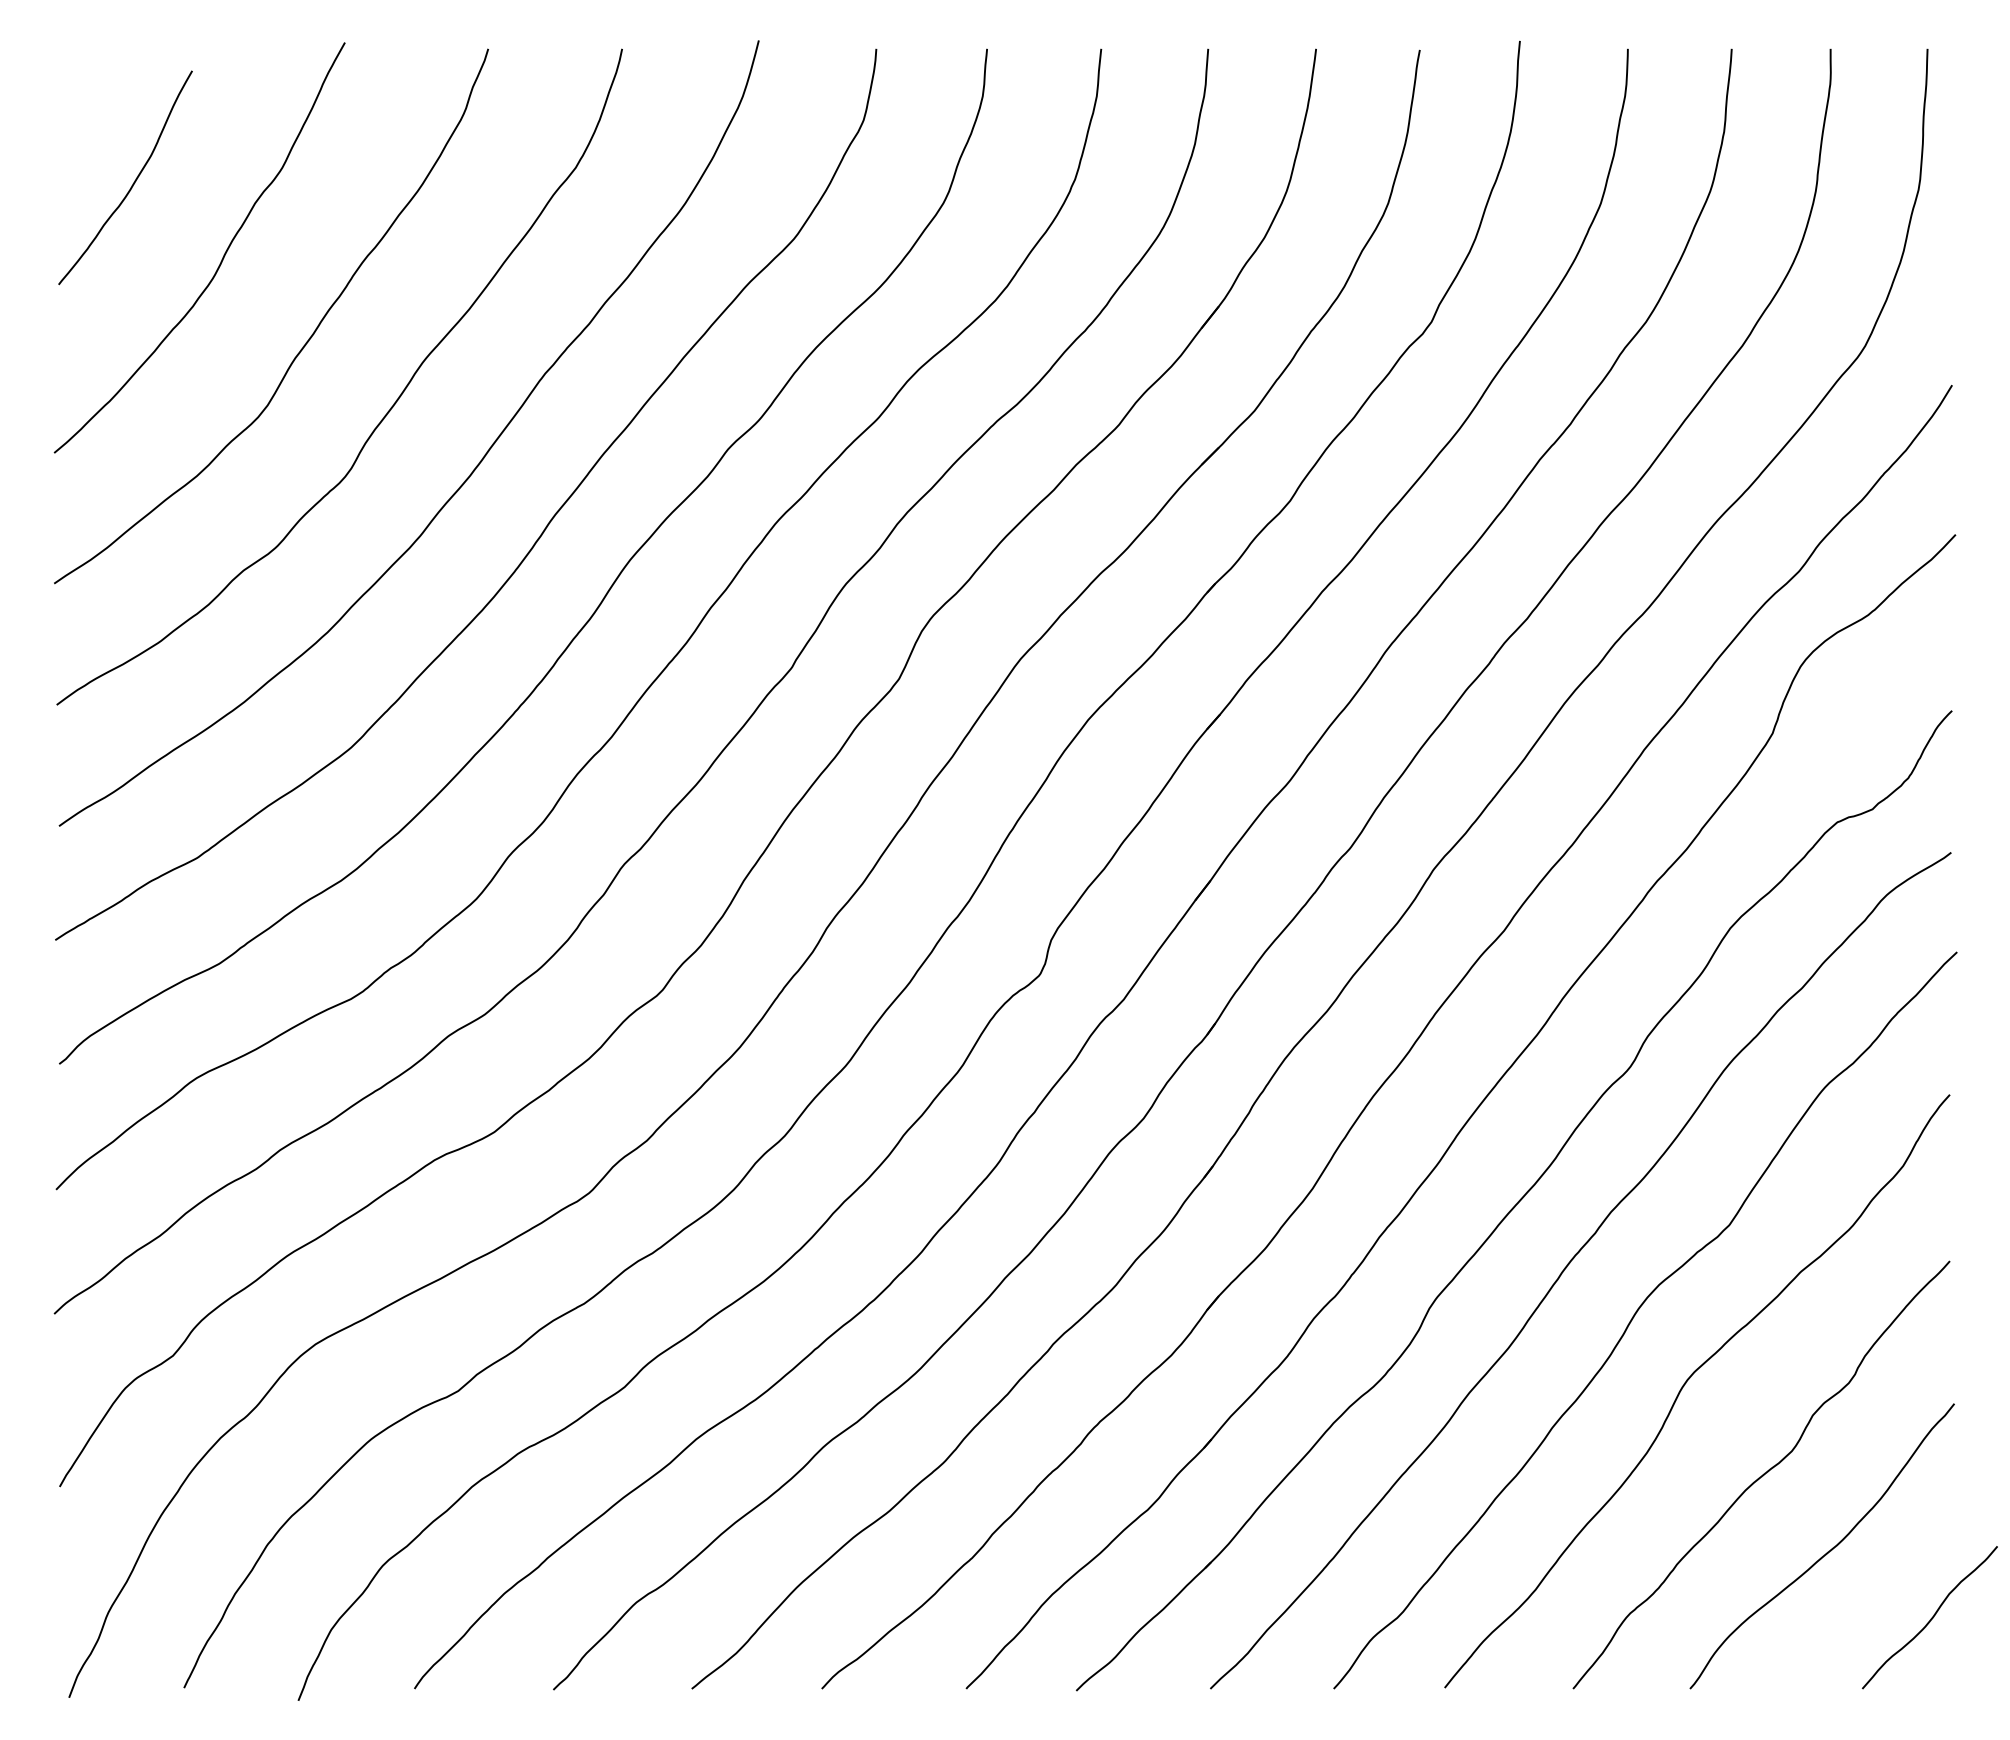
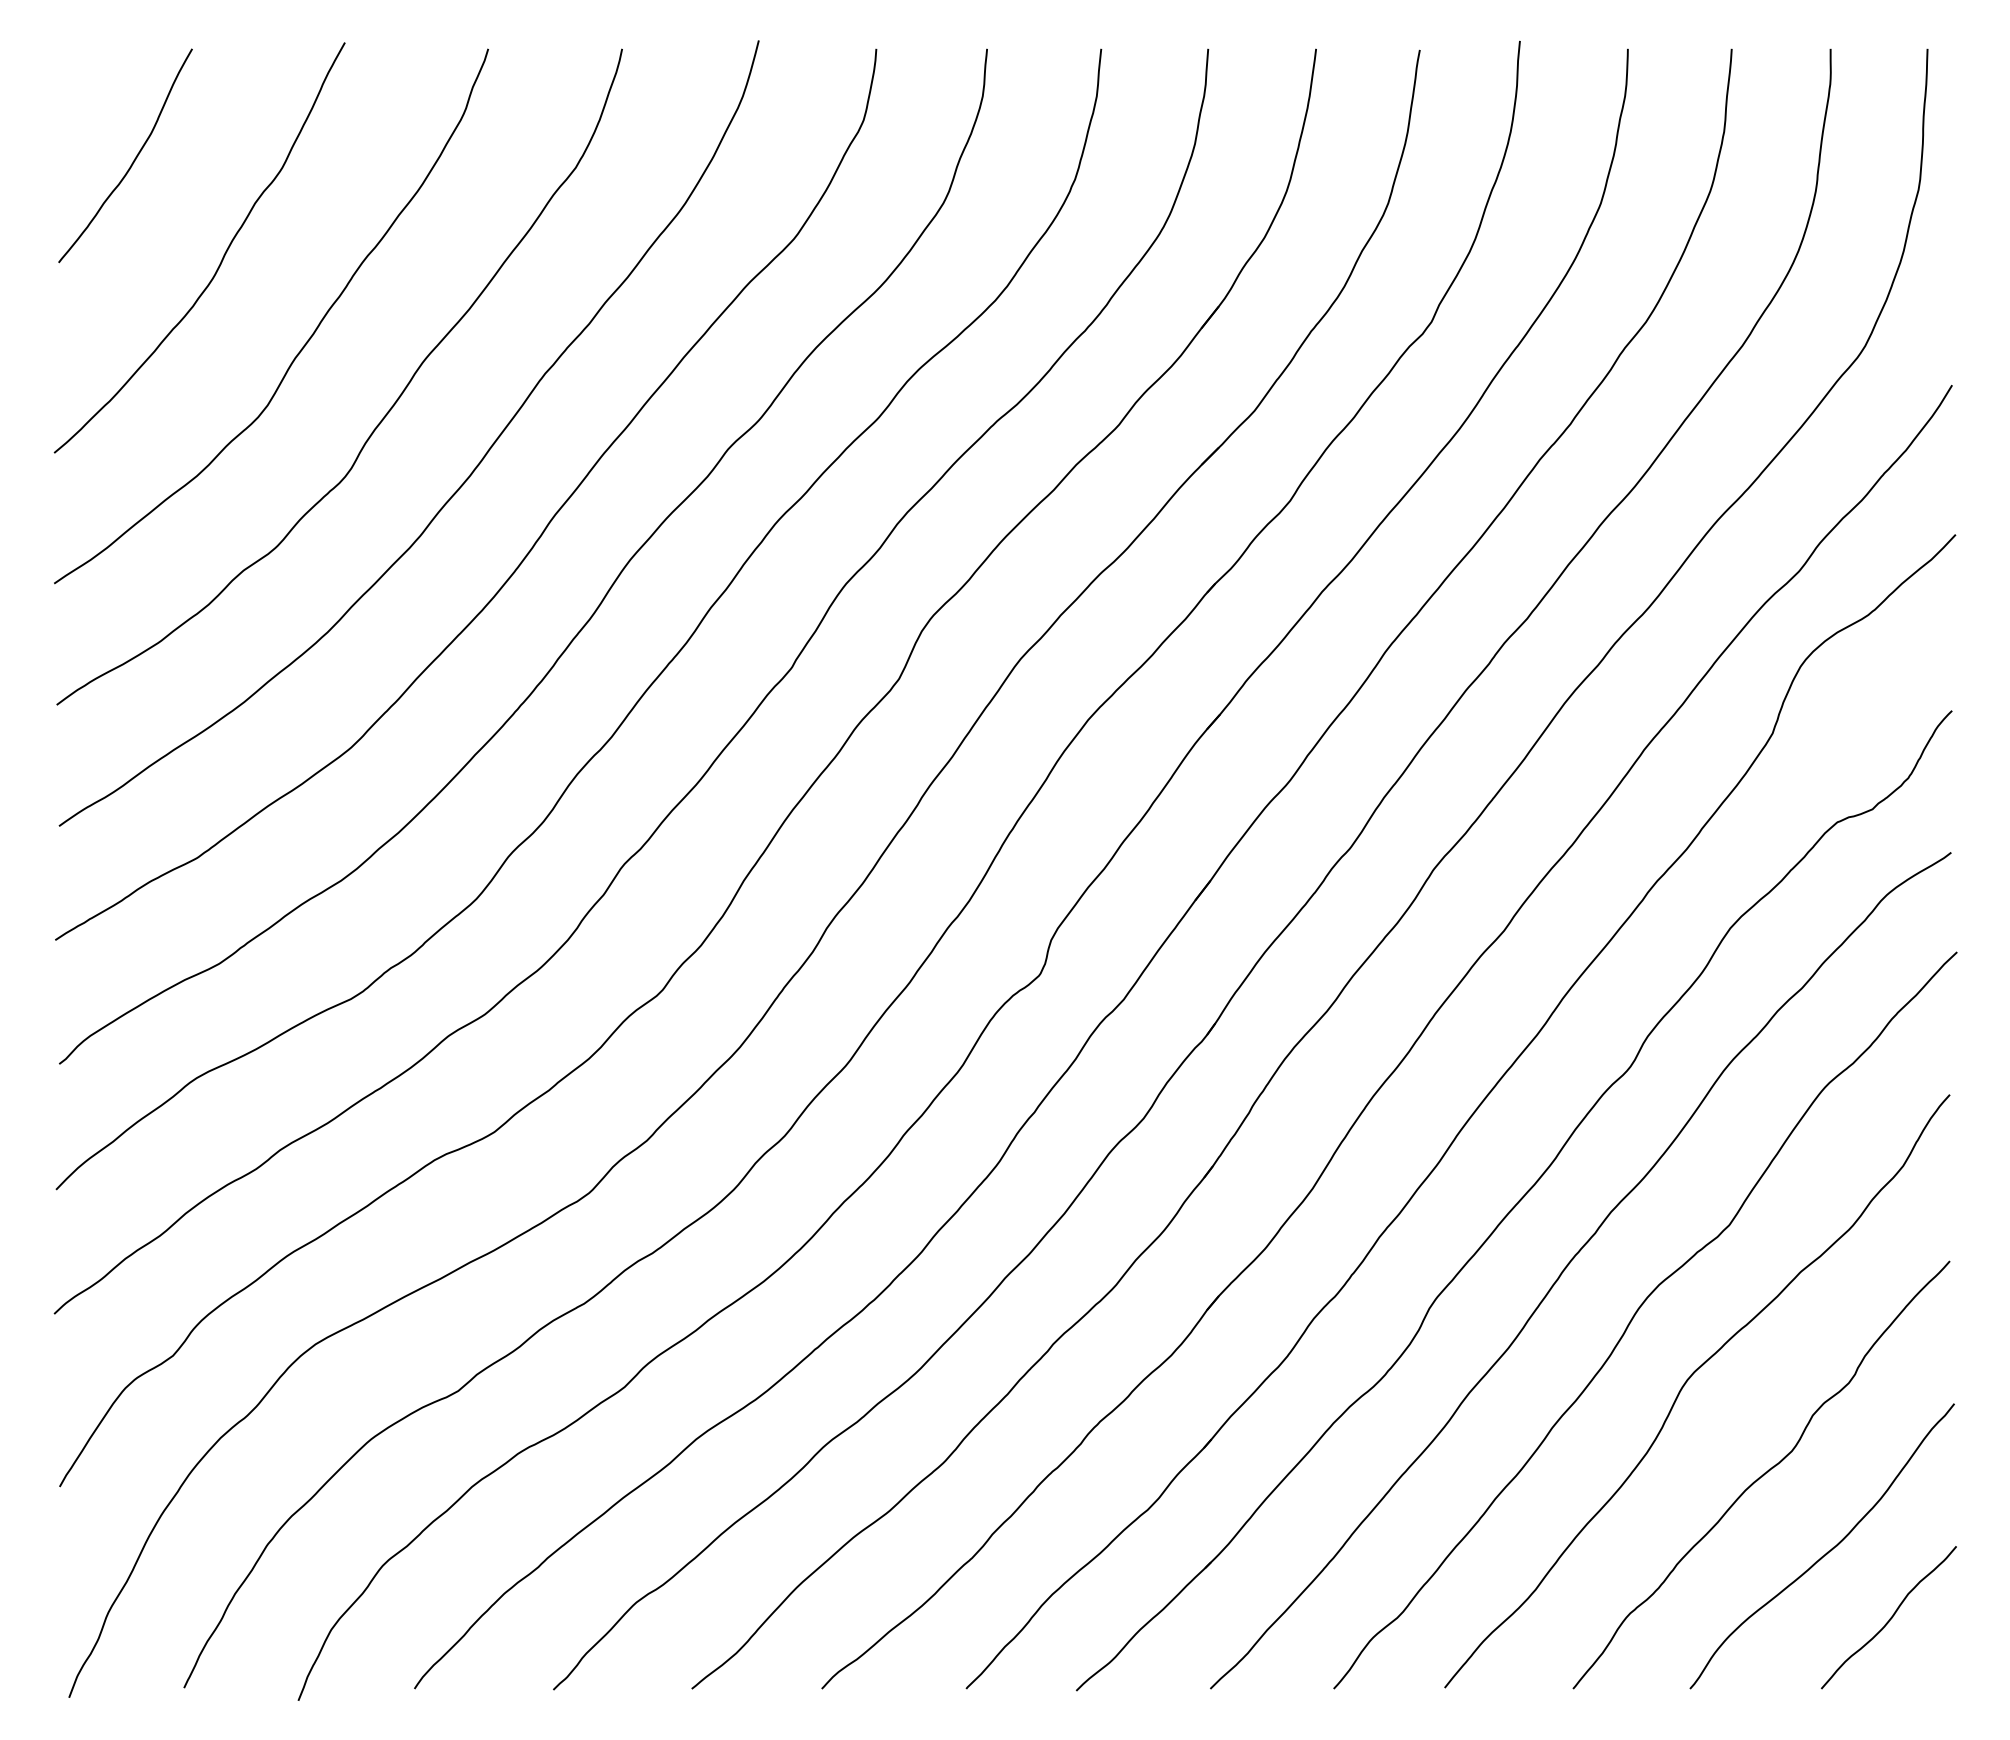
curve at (132, 183) position: (132, 183) -> (132, 161)
curve at (1930, 1618) position: (1930, 1618) -> (1889, 1618)
